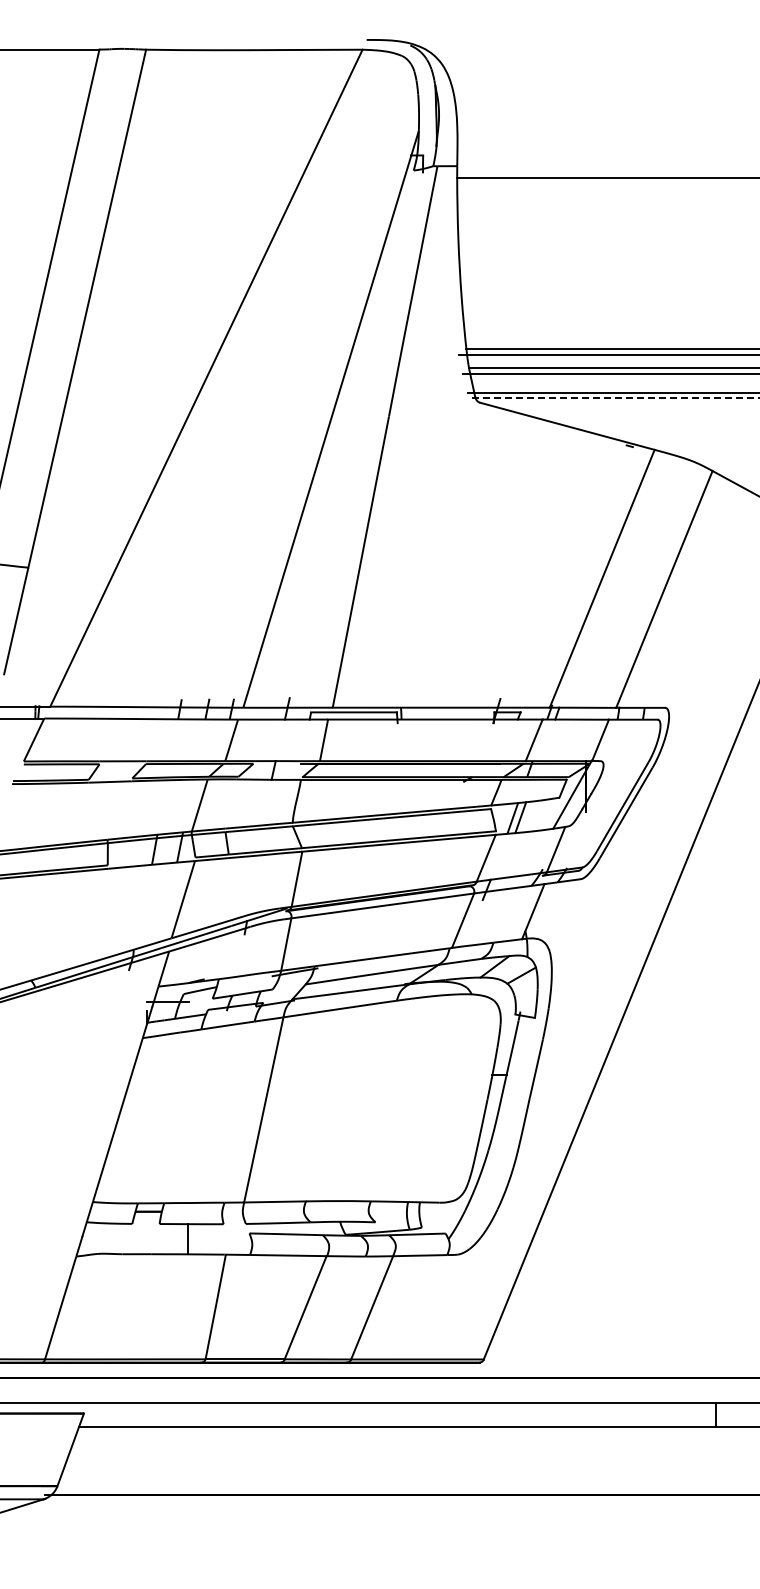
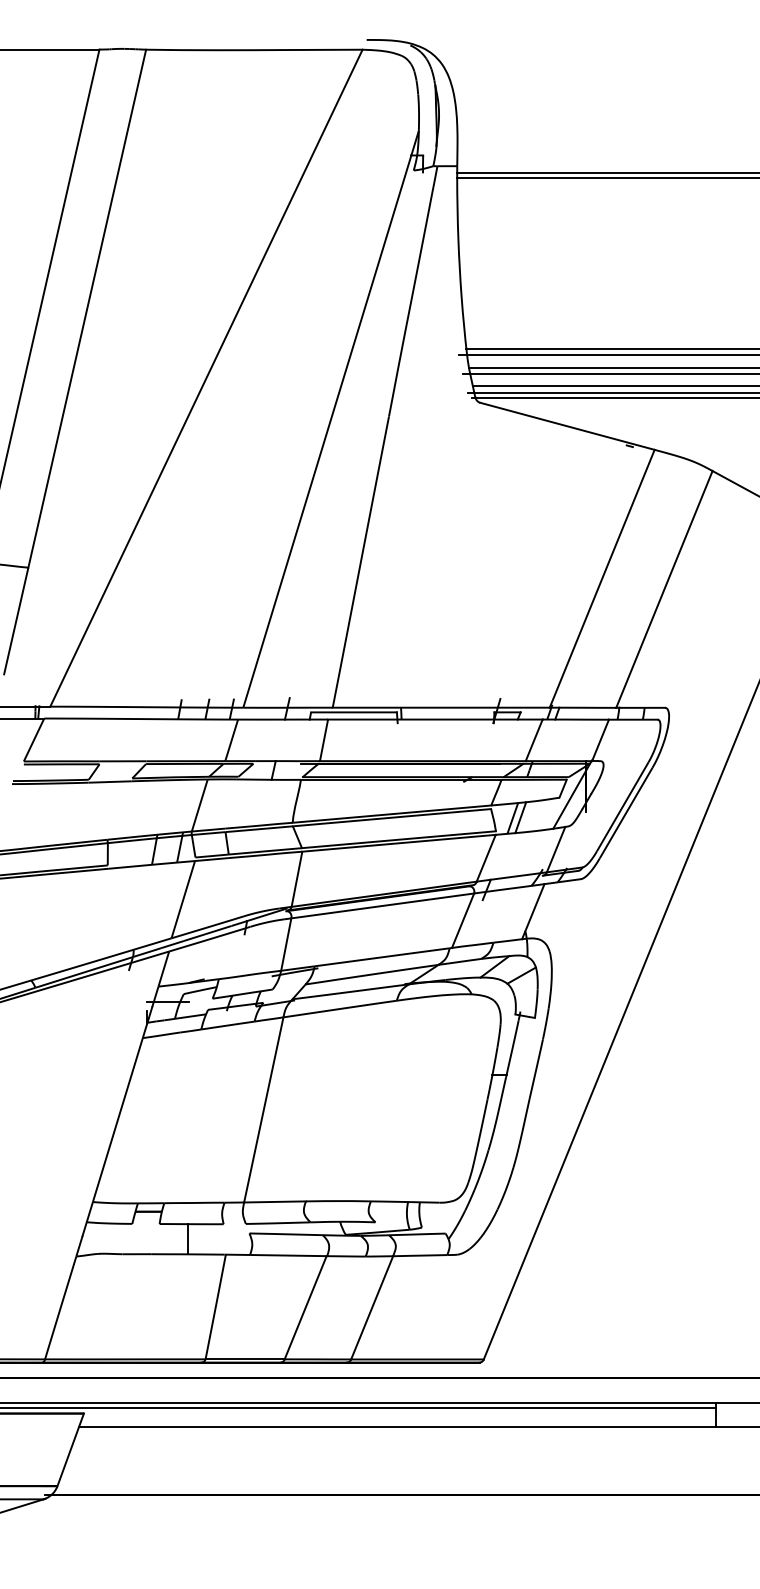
line at (606, 173): none -> present
line at (614, 386): none -> present
line at (615, 397): dashed -> solid
line at (358, 1407): none -> present
